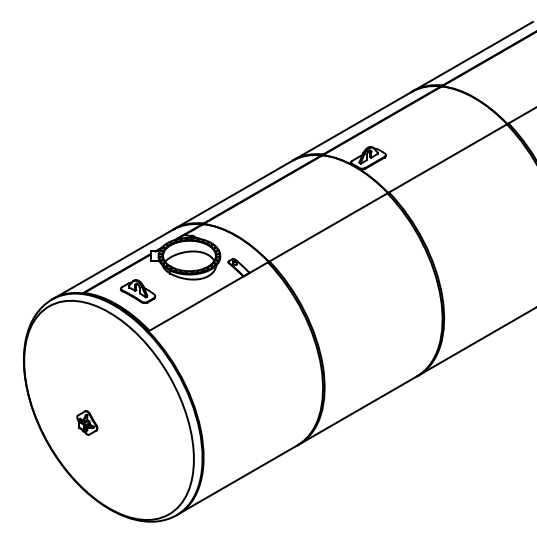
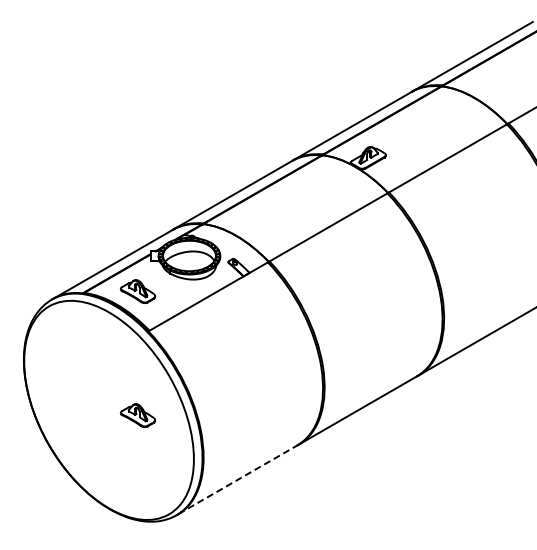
part at (138, 415): none -> present
part at (87, 422): present -> none
line at (239, 478): solid -> dashed
